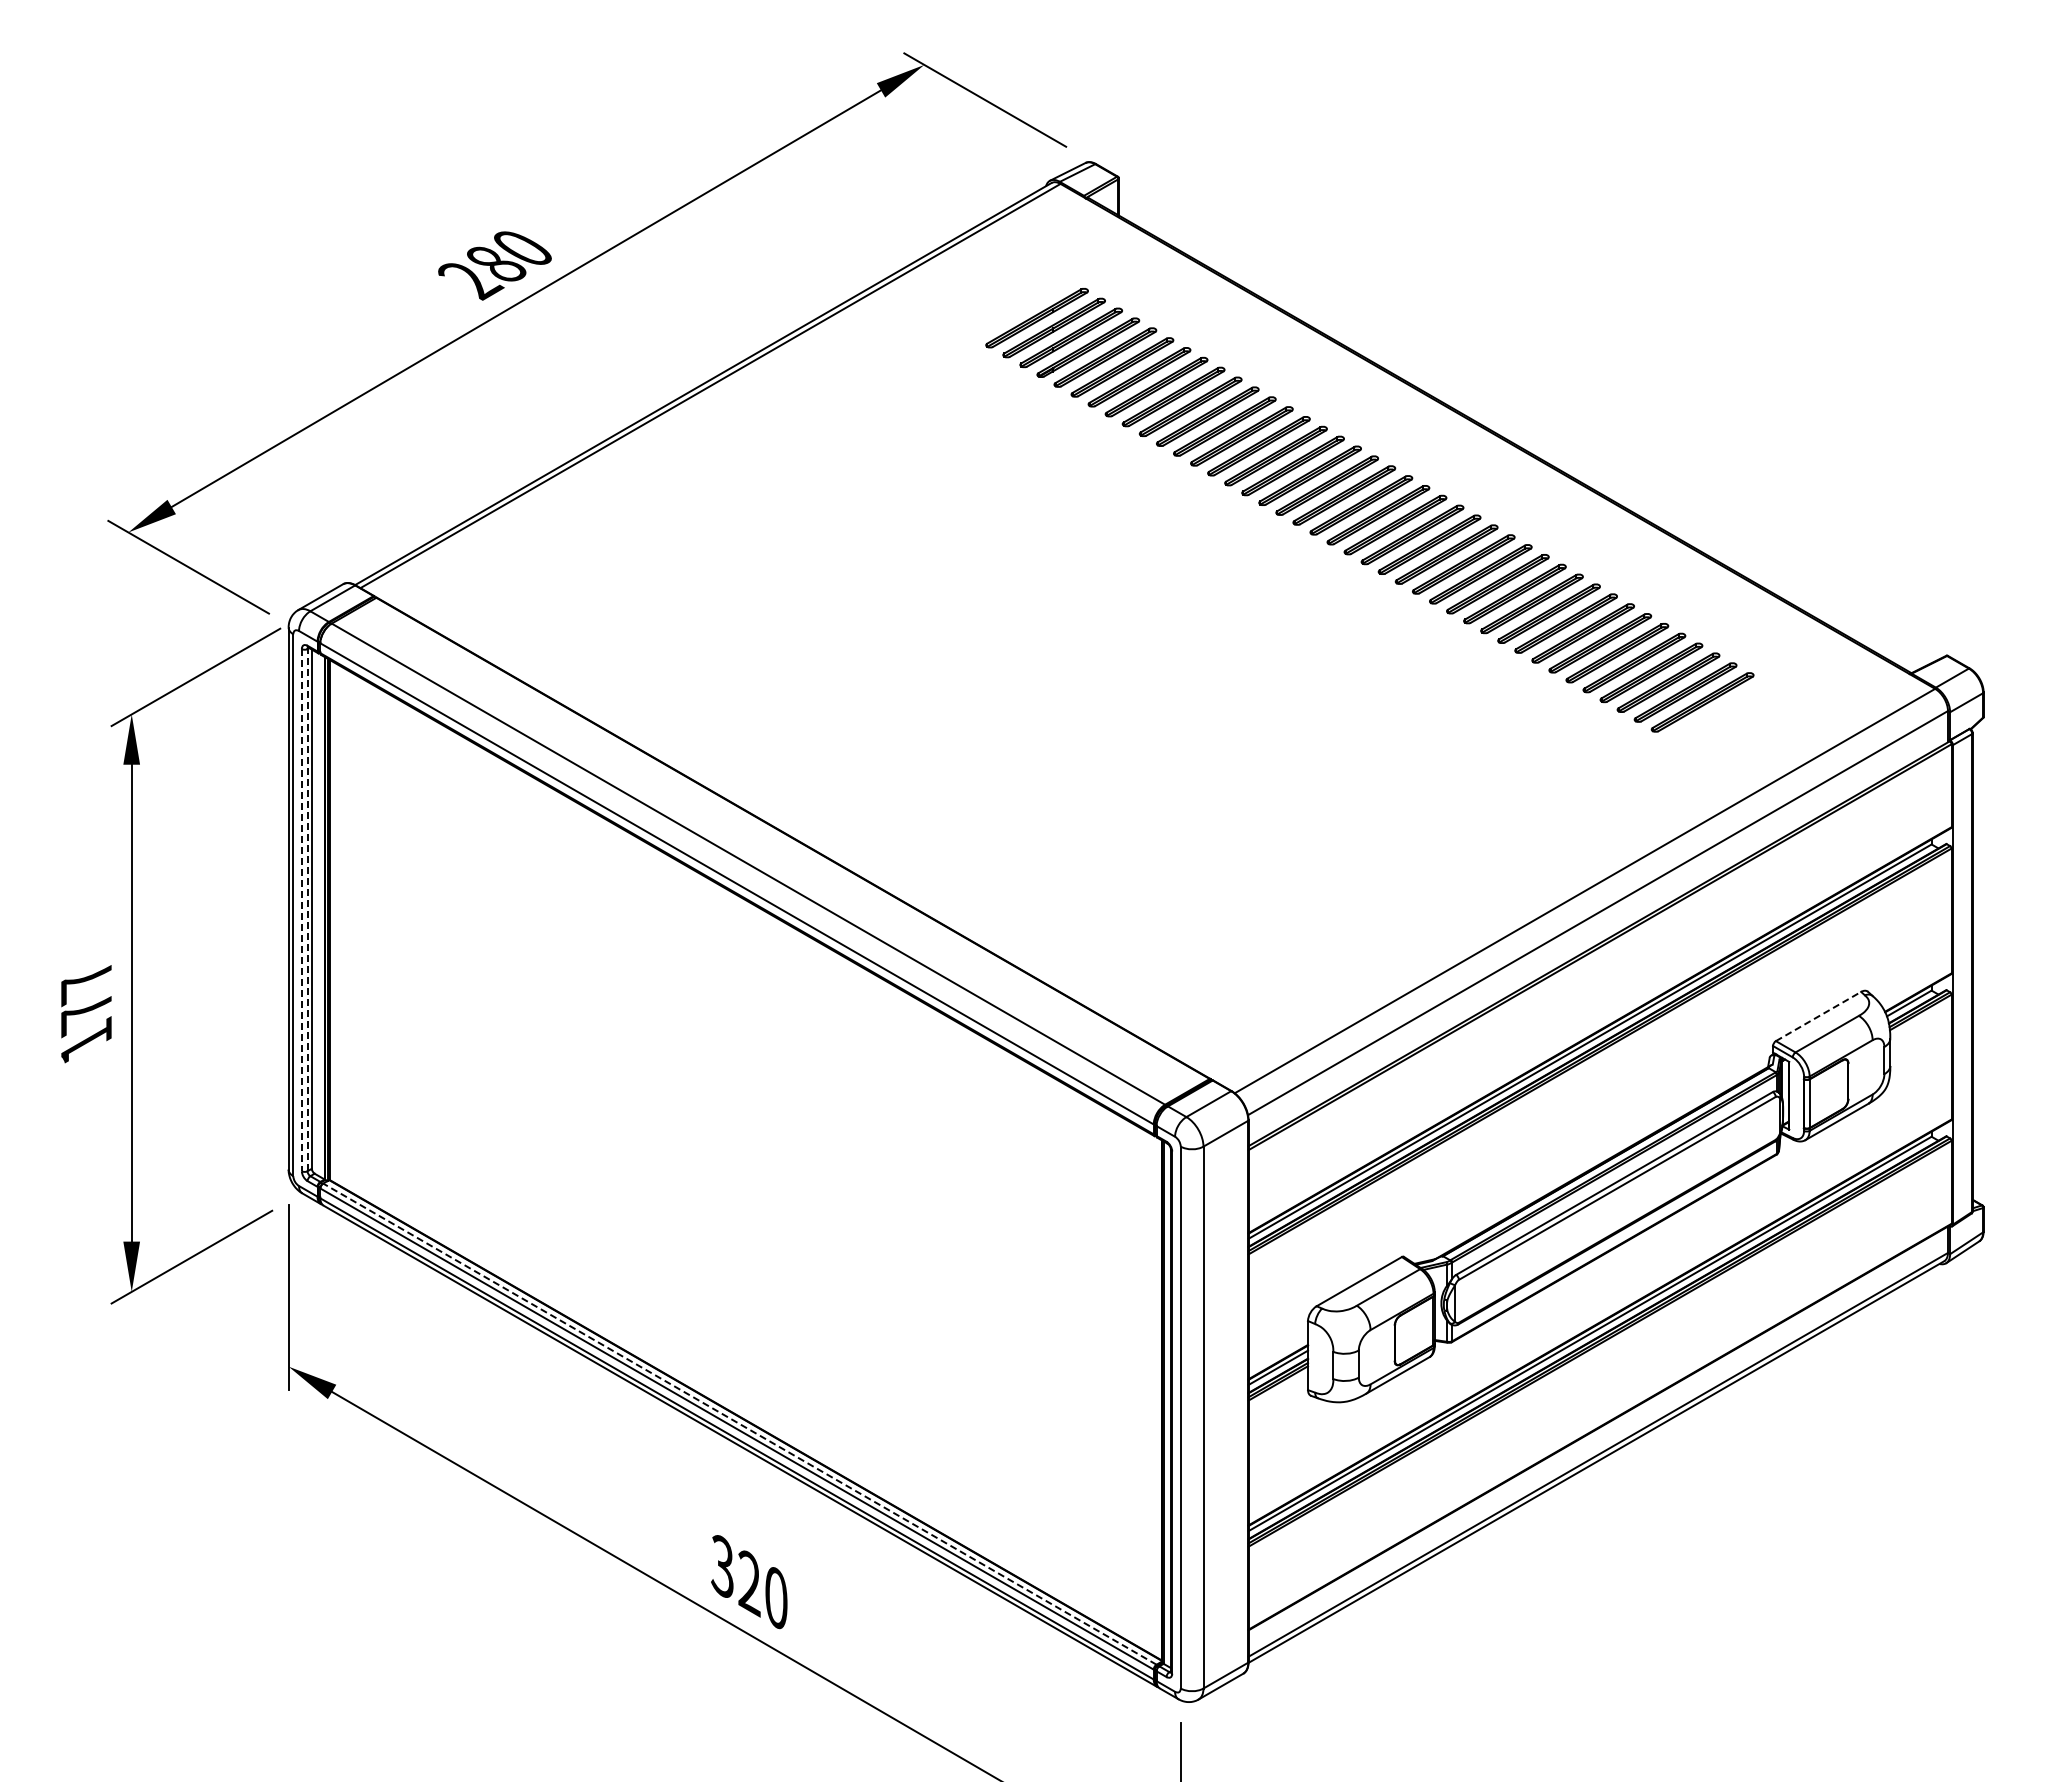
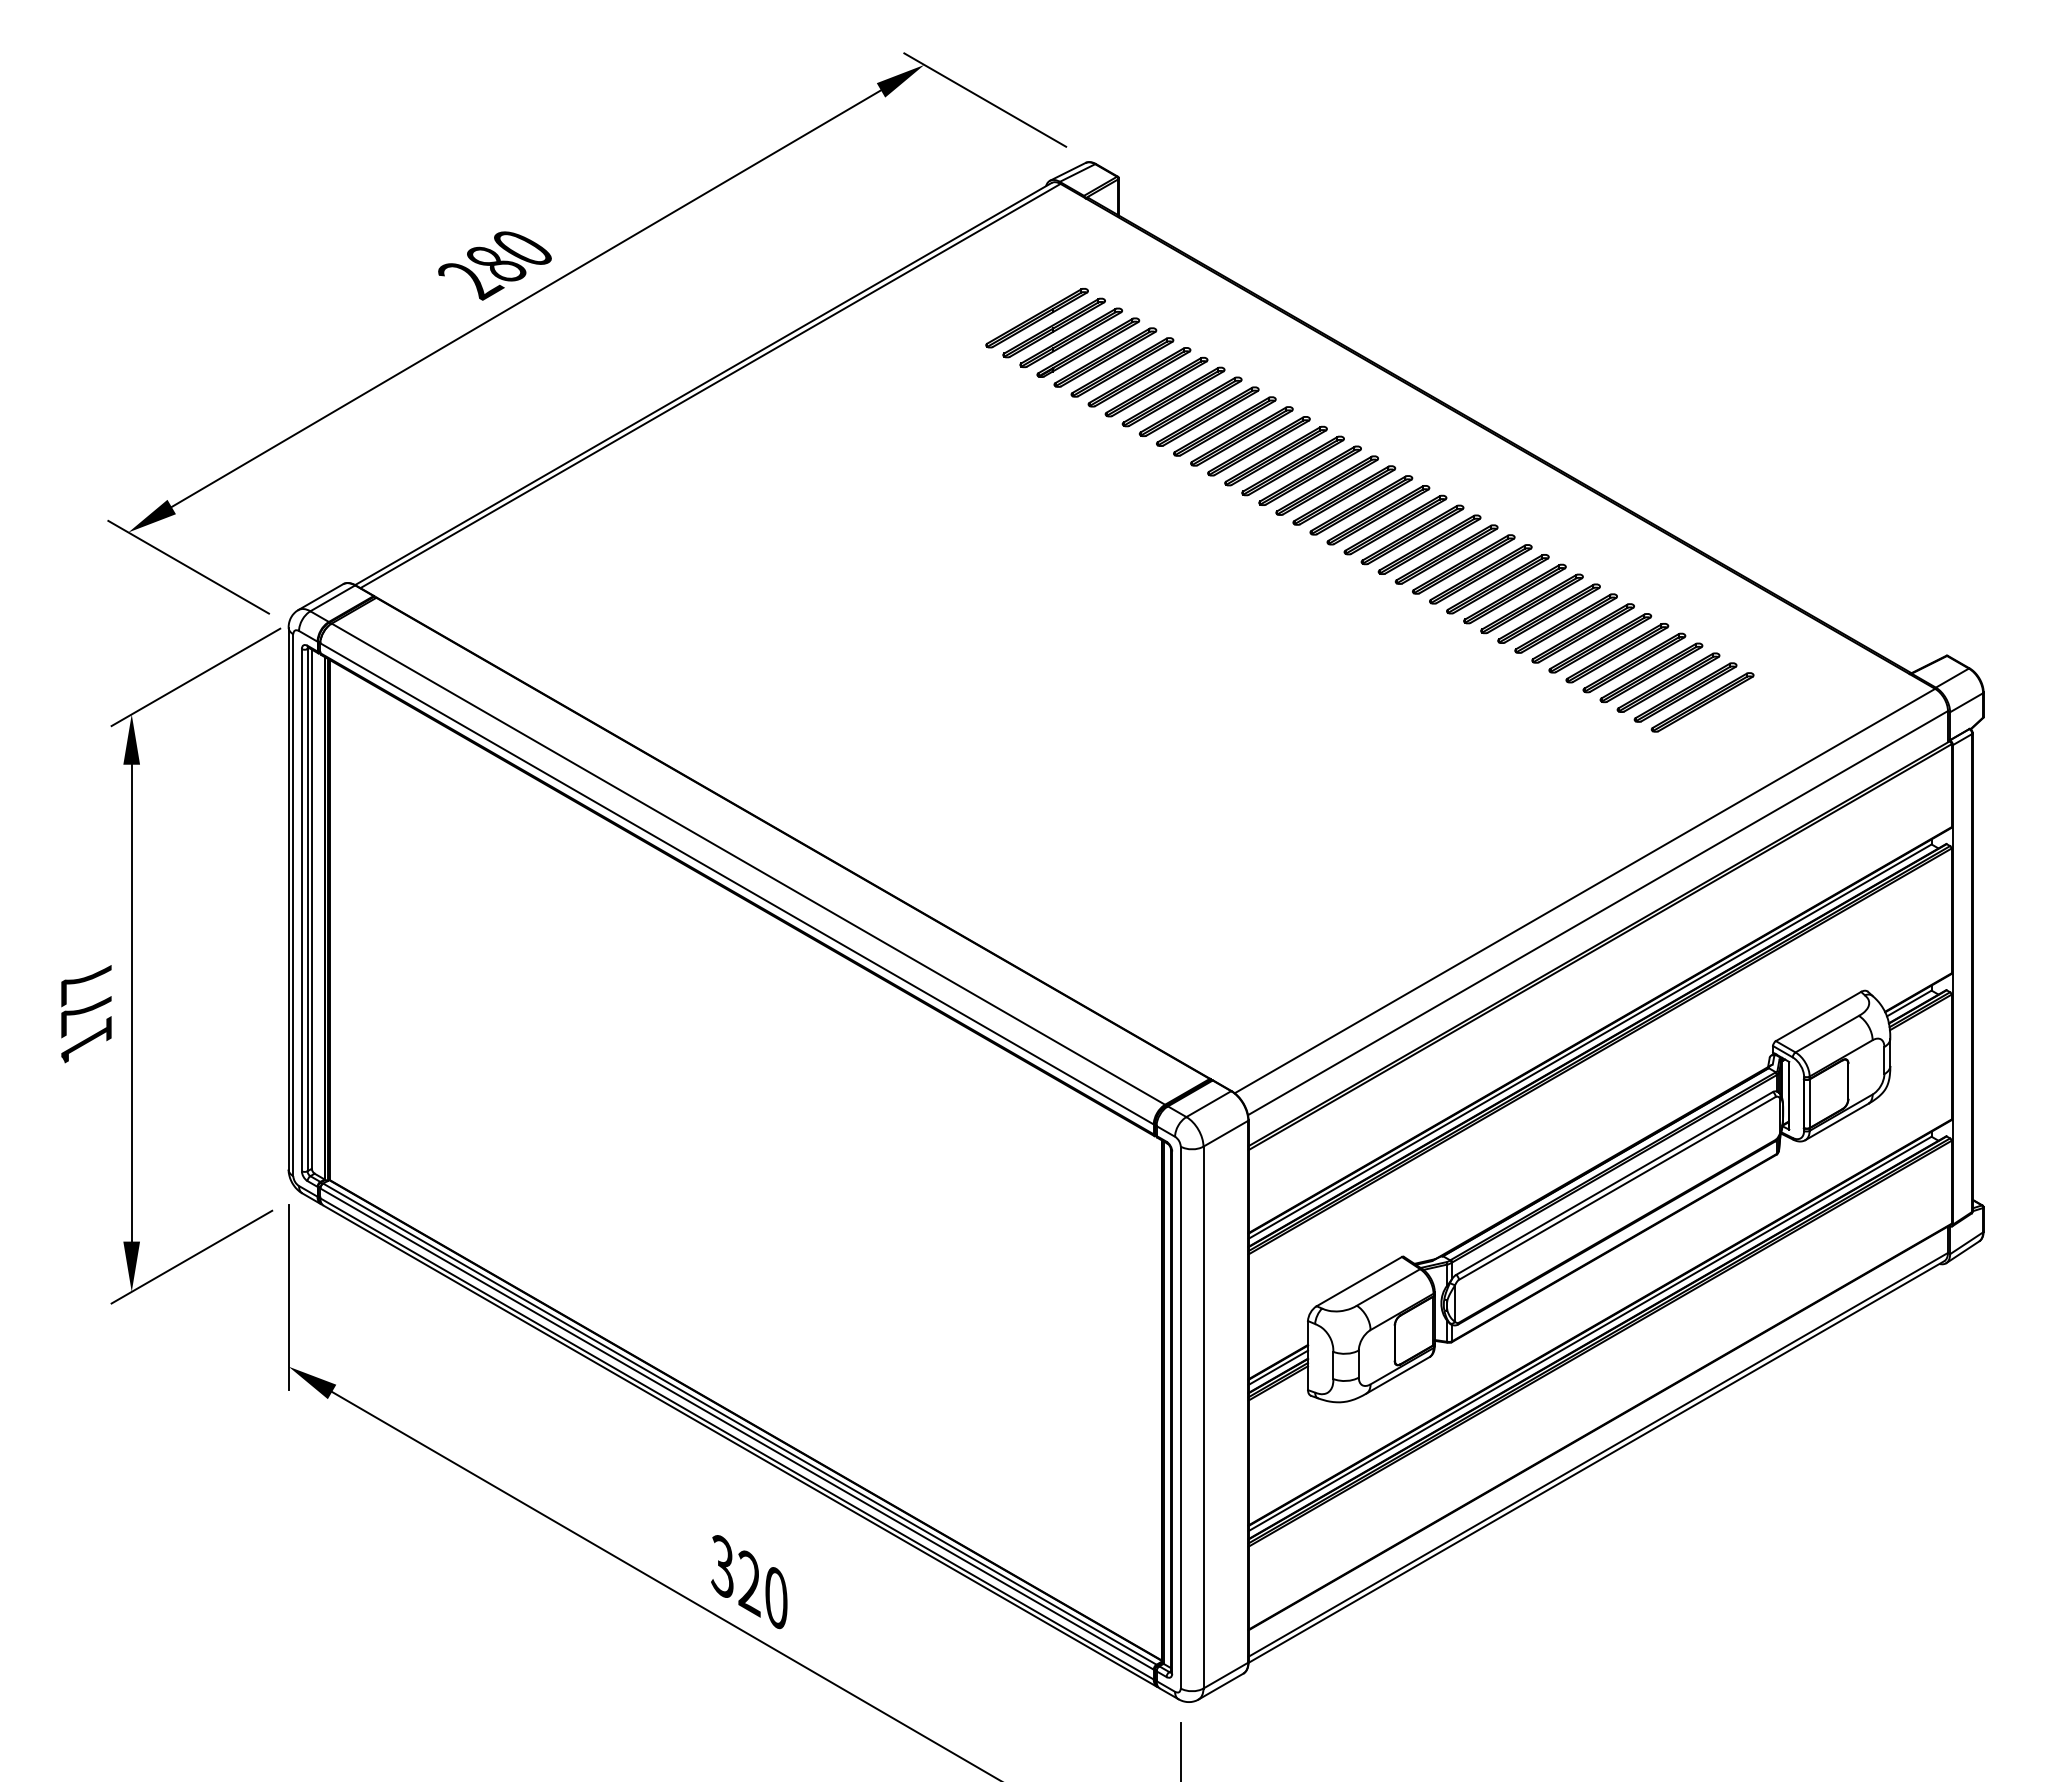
line at (307, 909): dashed -> solid
line at (301, 910): dashed -> solid
line at (1818, 1016): dashed -> solid
line at (739, 1423): dashed -> solid
